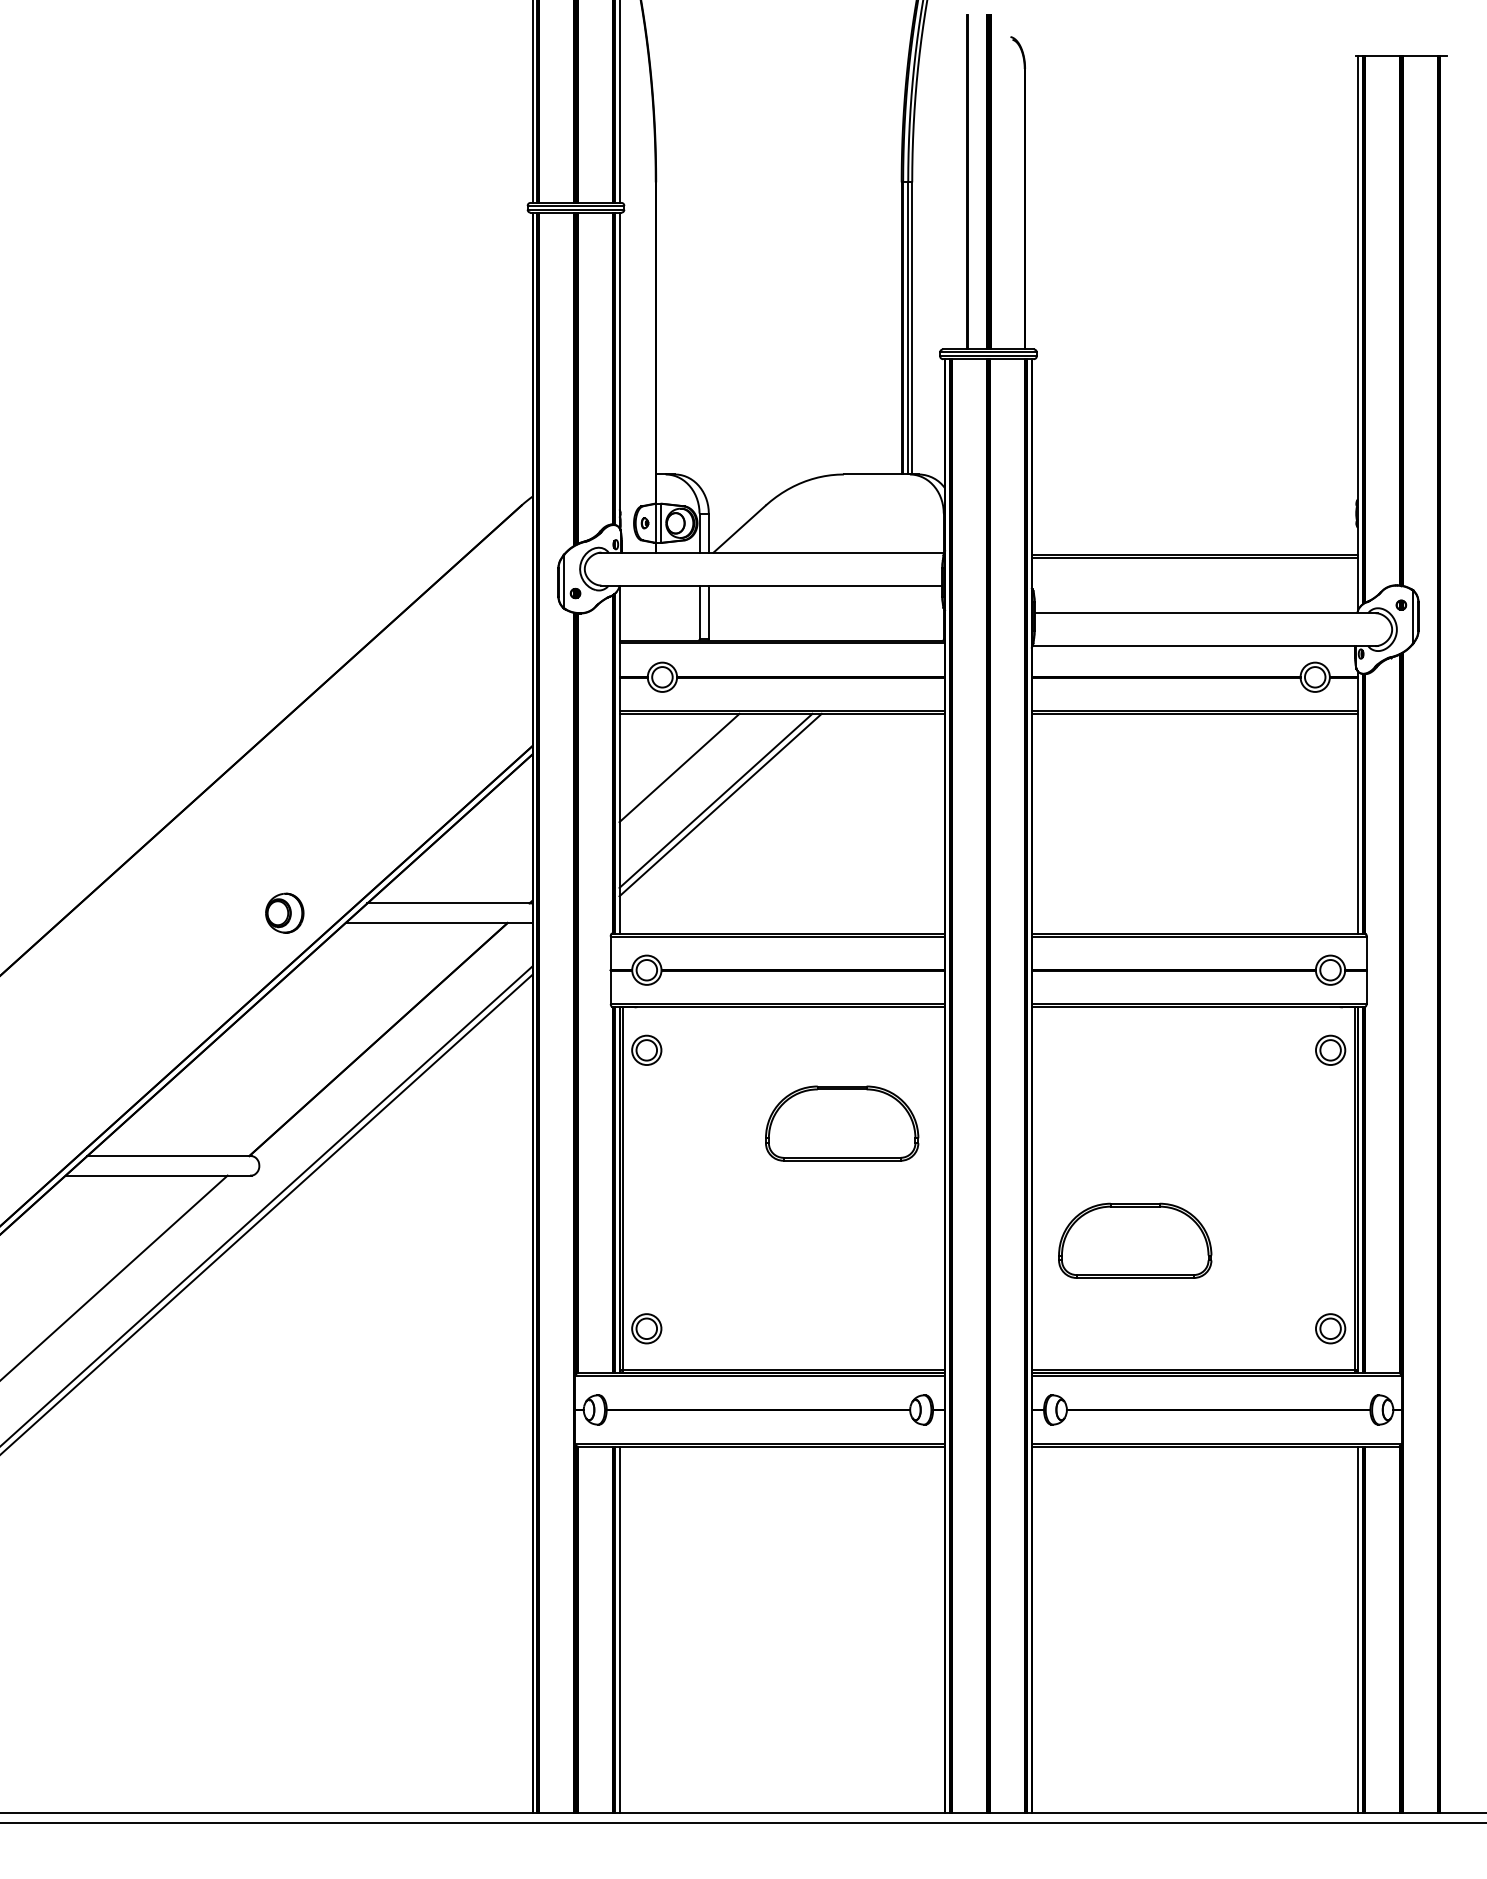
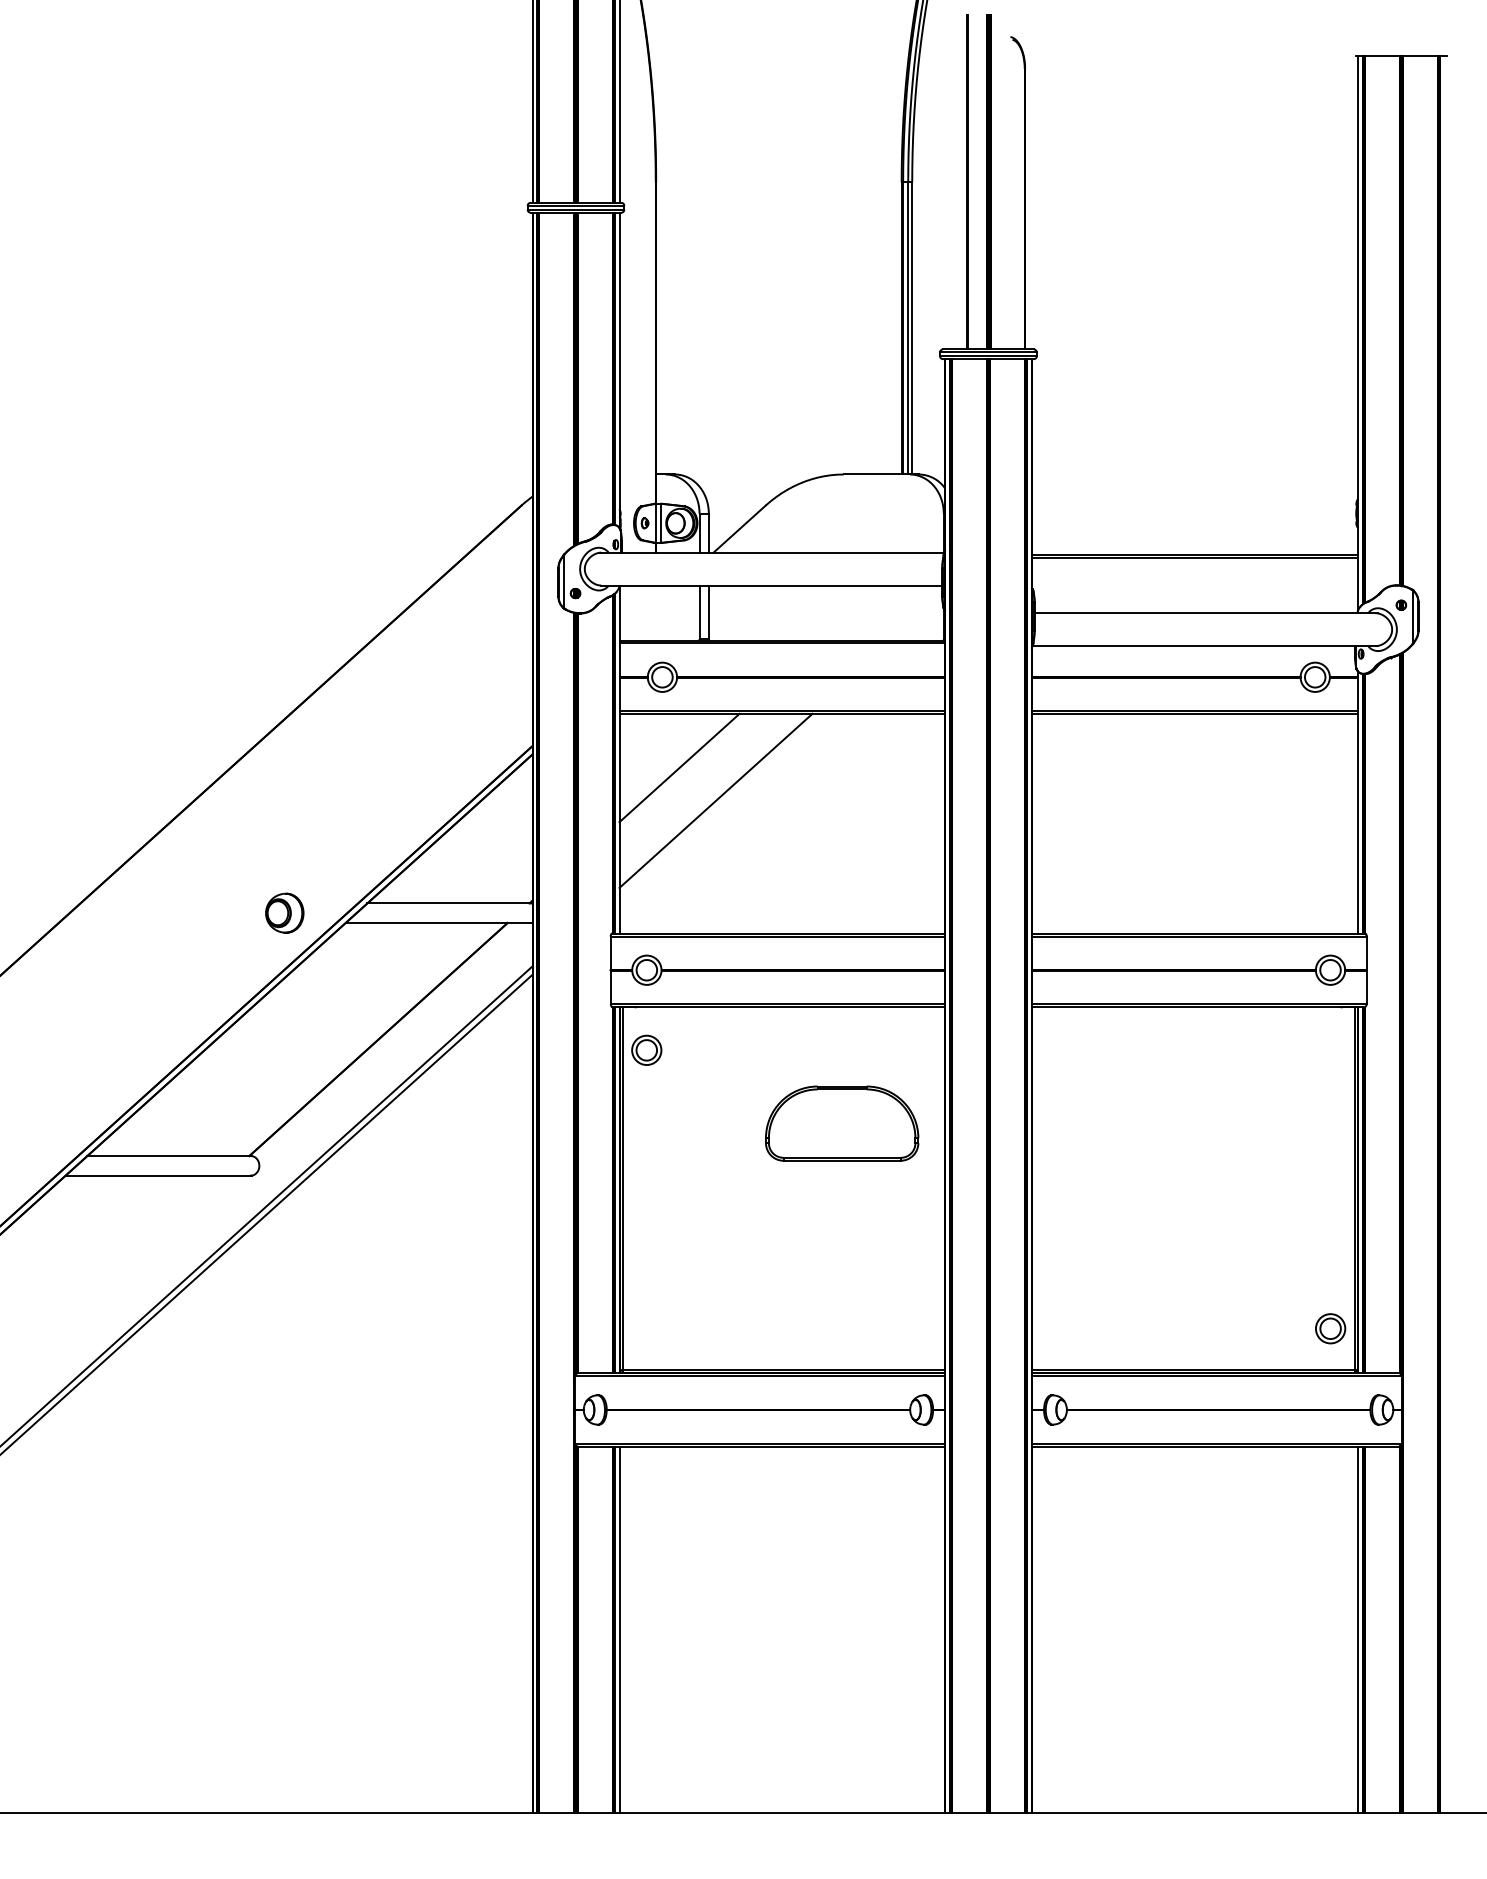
line at (720, 804): present -> none
part at (1330, 1049): present -> none
part at (1135, 1240): present -> none
line at (114, 1277): present -> none
part at (646, 1328): present -> none
line at (742, 1822): present -> none
